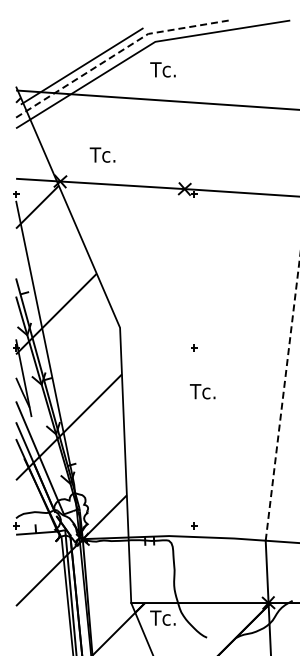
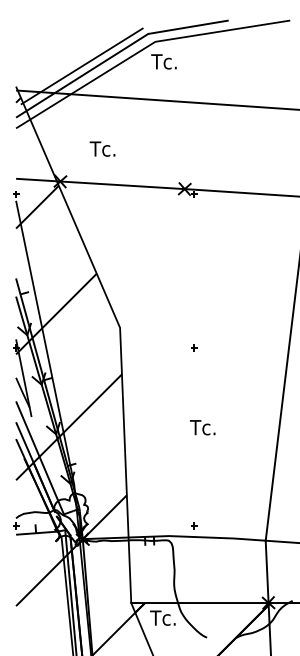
line at (117, 53): dashed -> solid
text at (162, 69) position: (162, 69) -> (163, 61)
text at (102, 154) position: (102, 154) -> (102, 148)
text at (202, 391) position: (202, 391) -> (202, 427)
line at (282, 399): dashed -> solid
